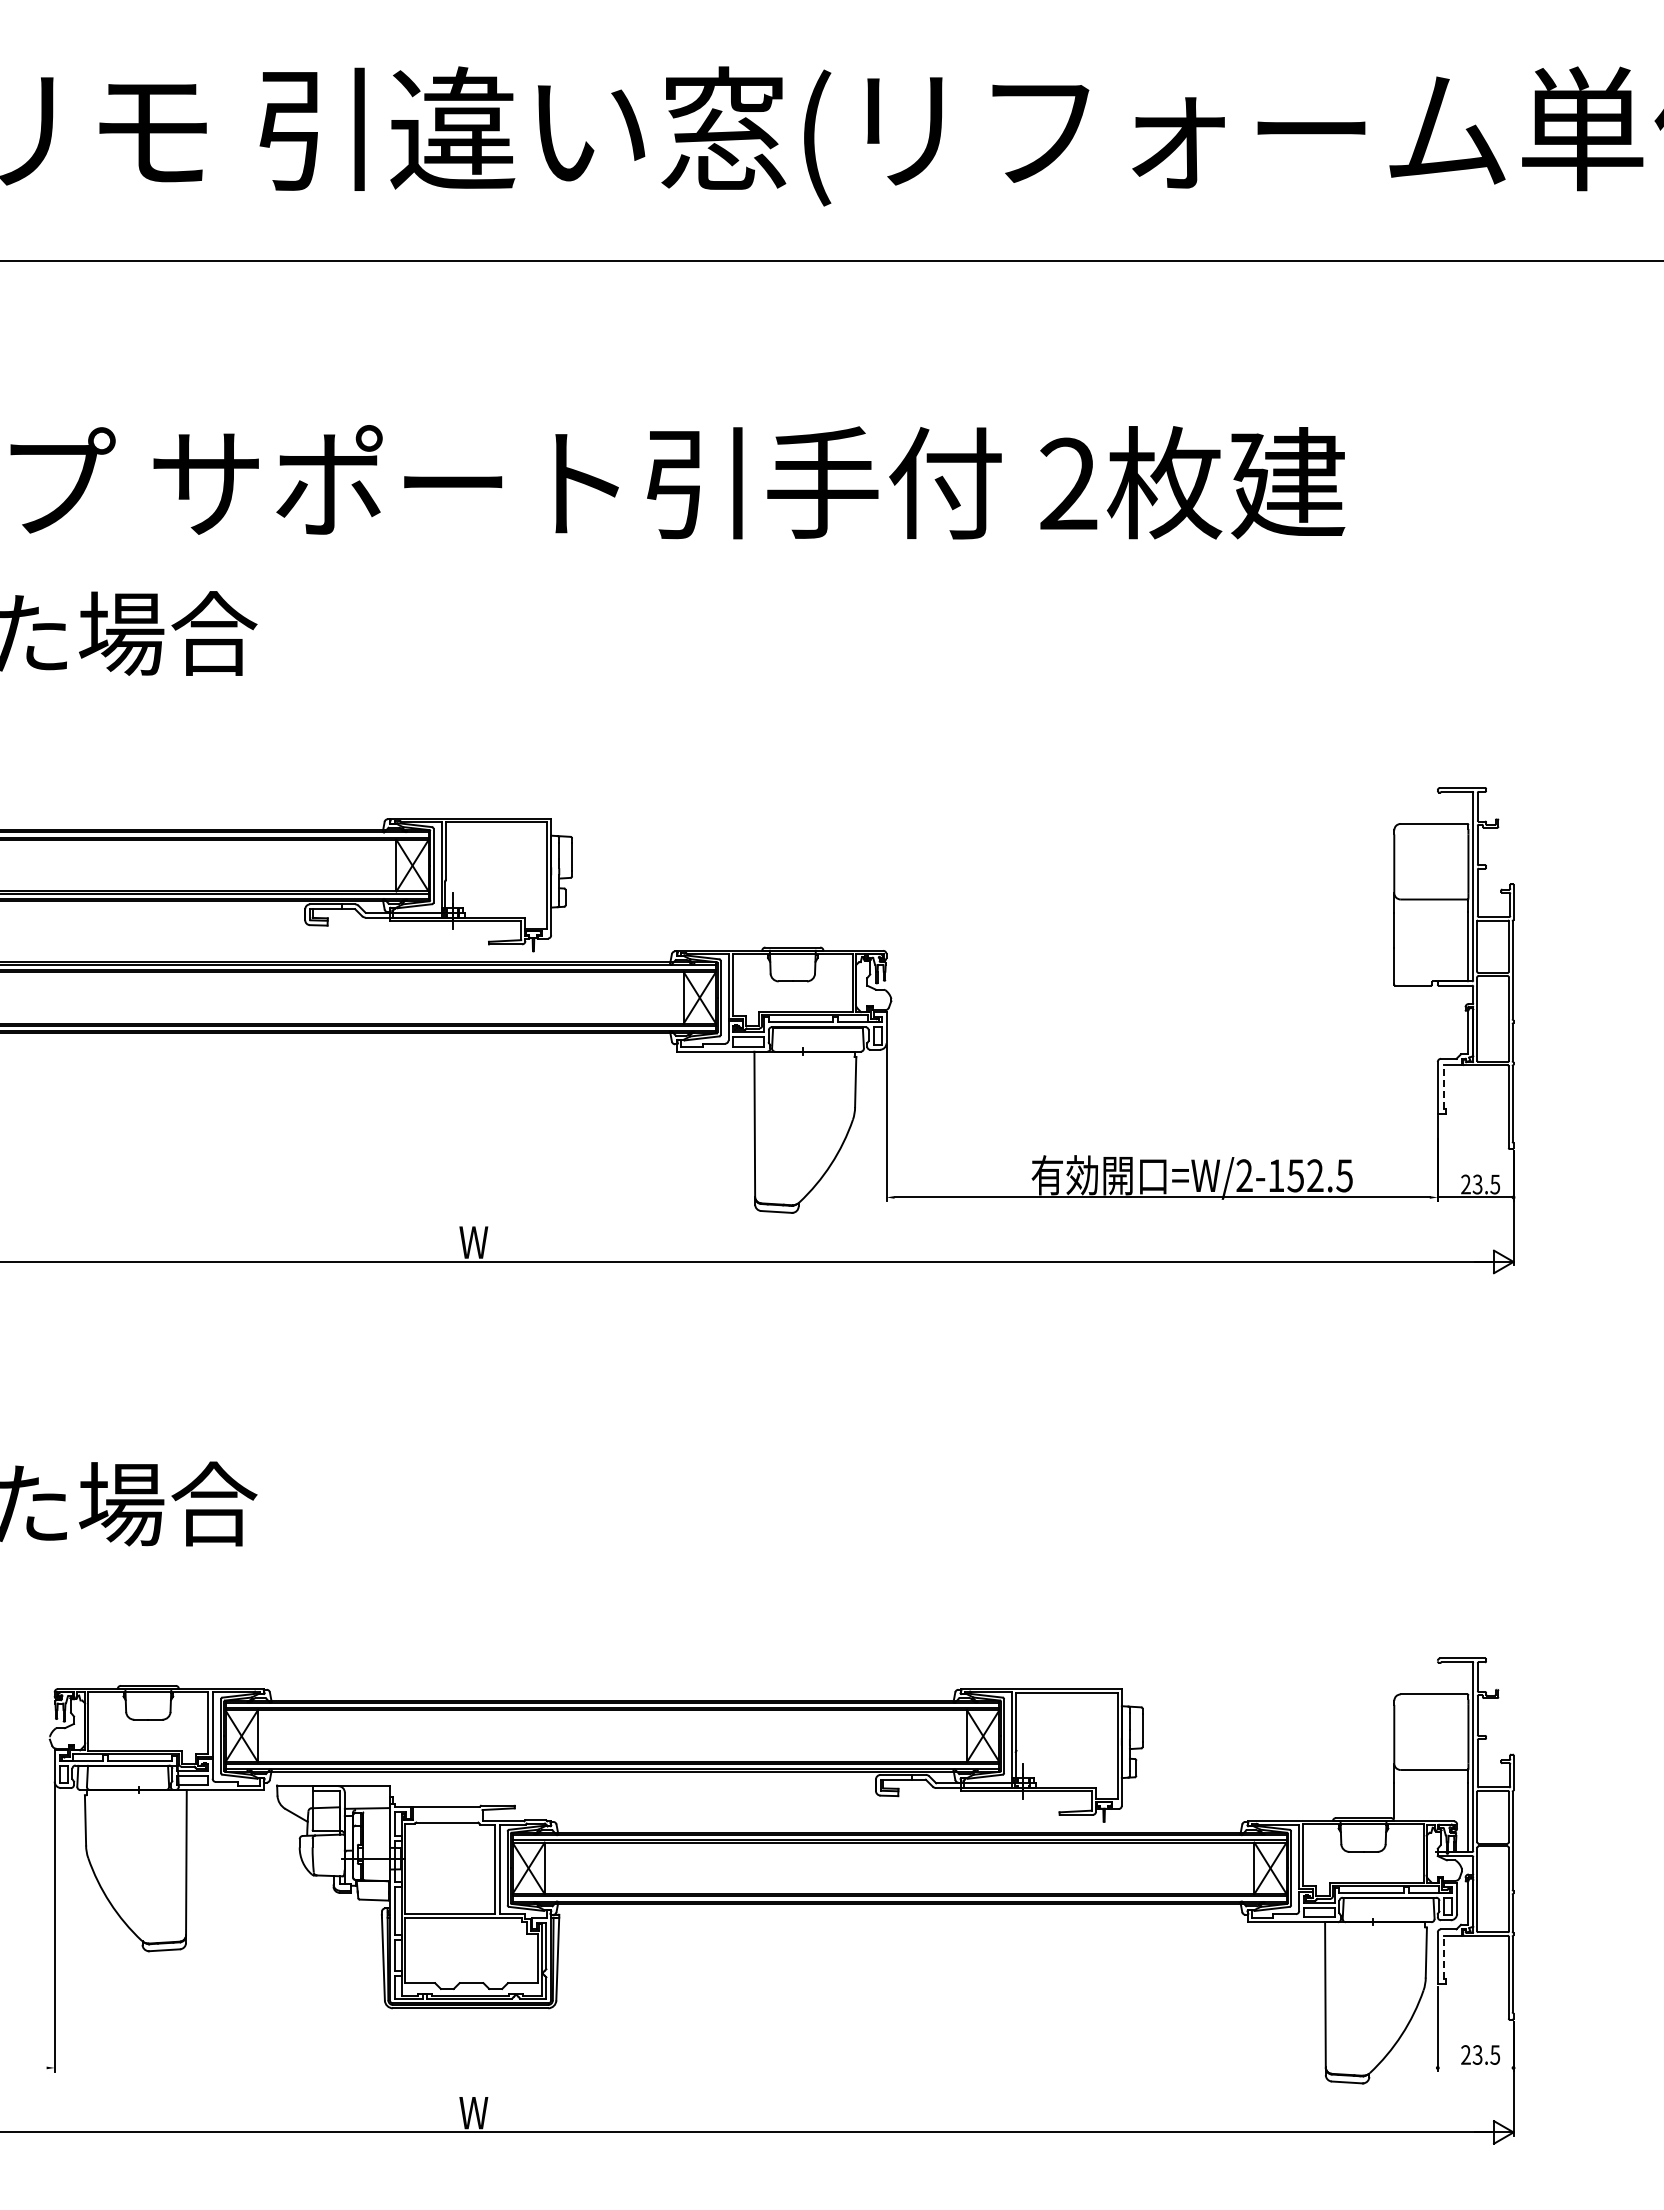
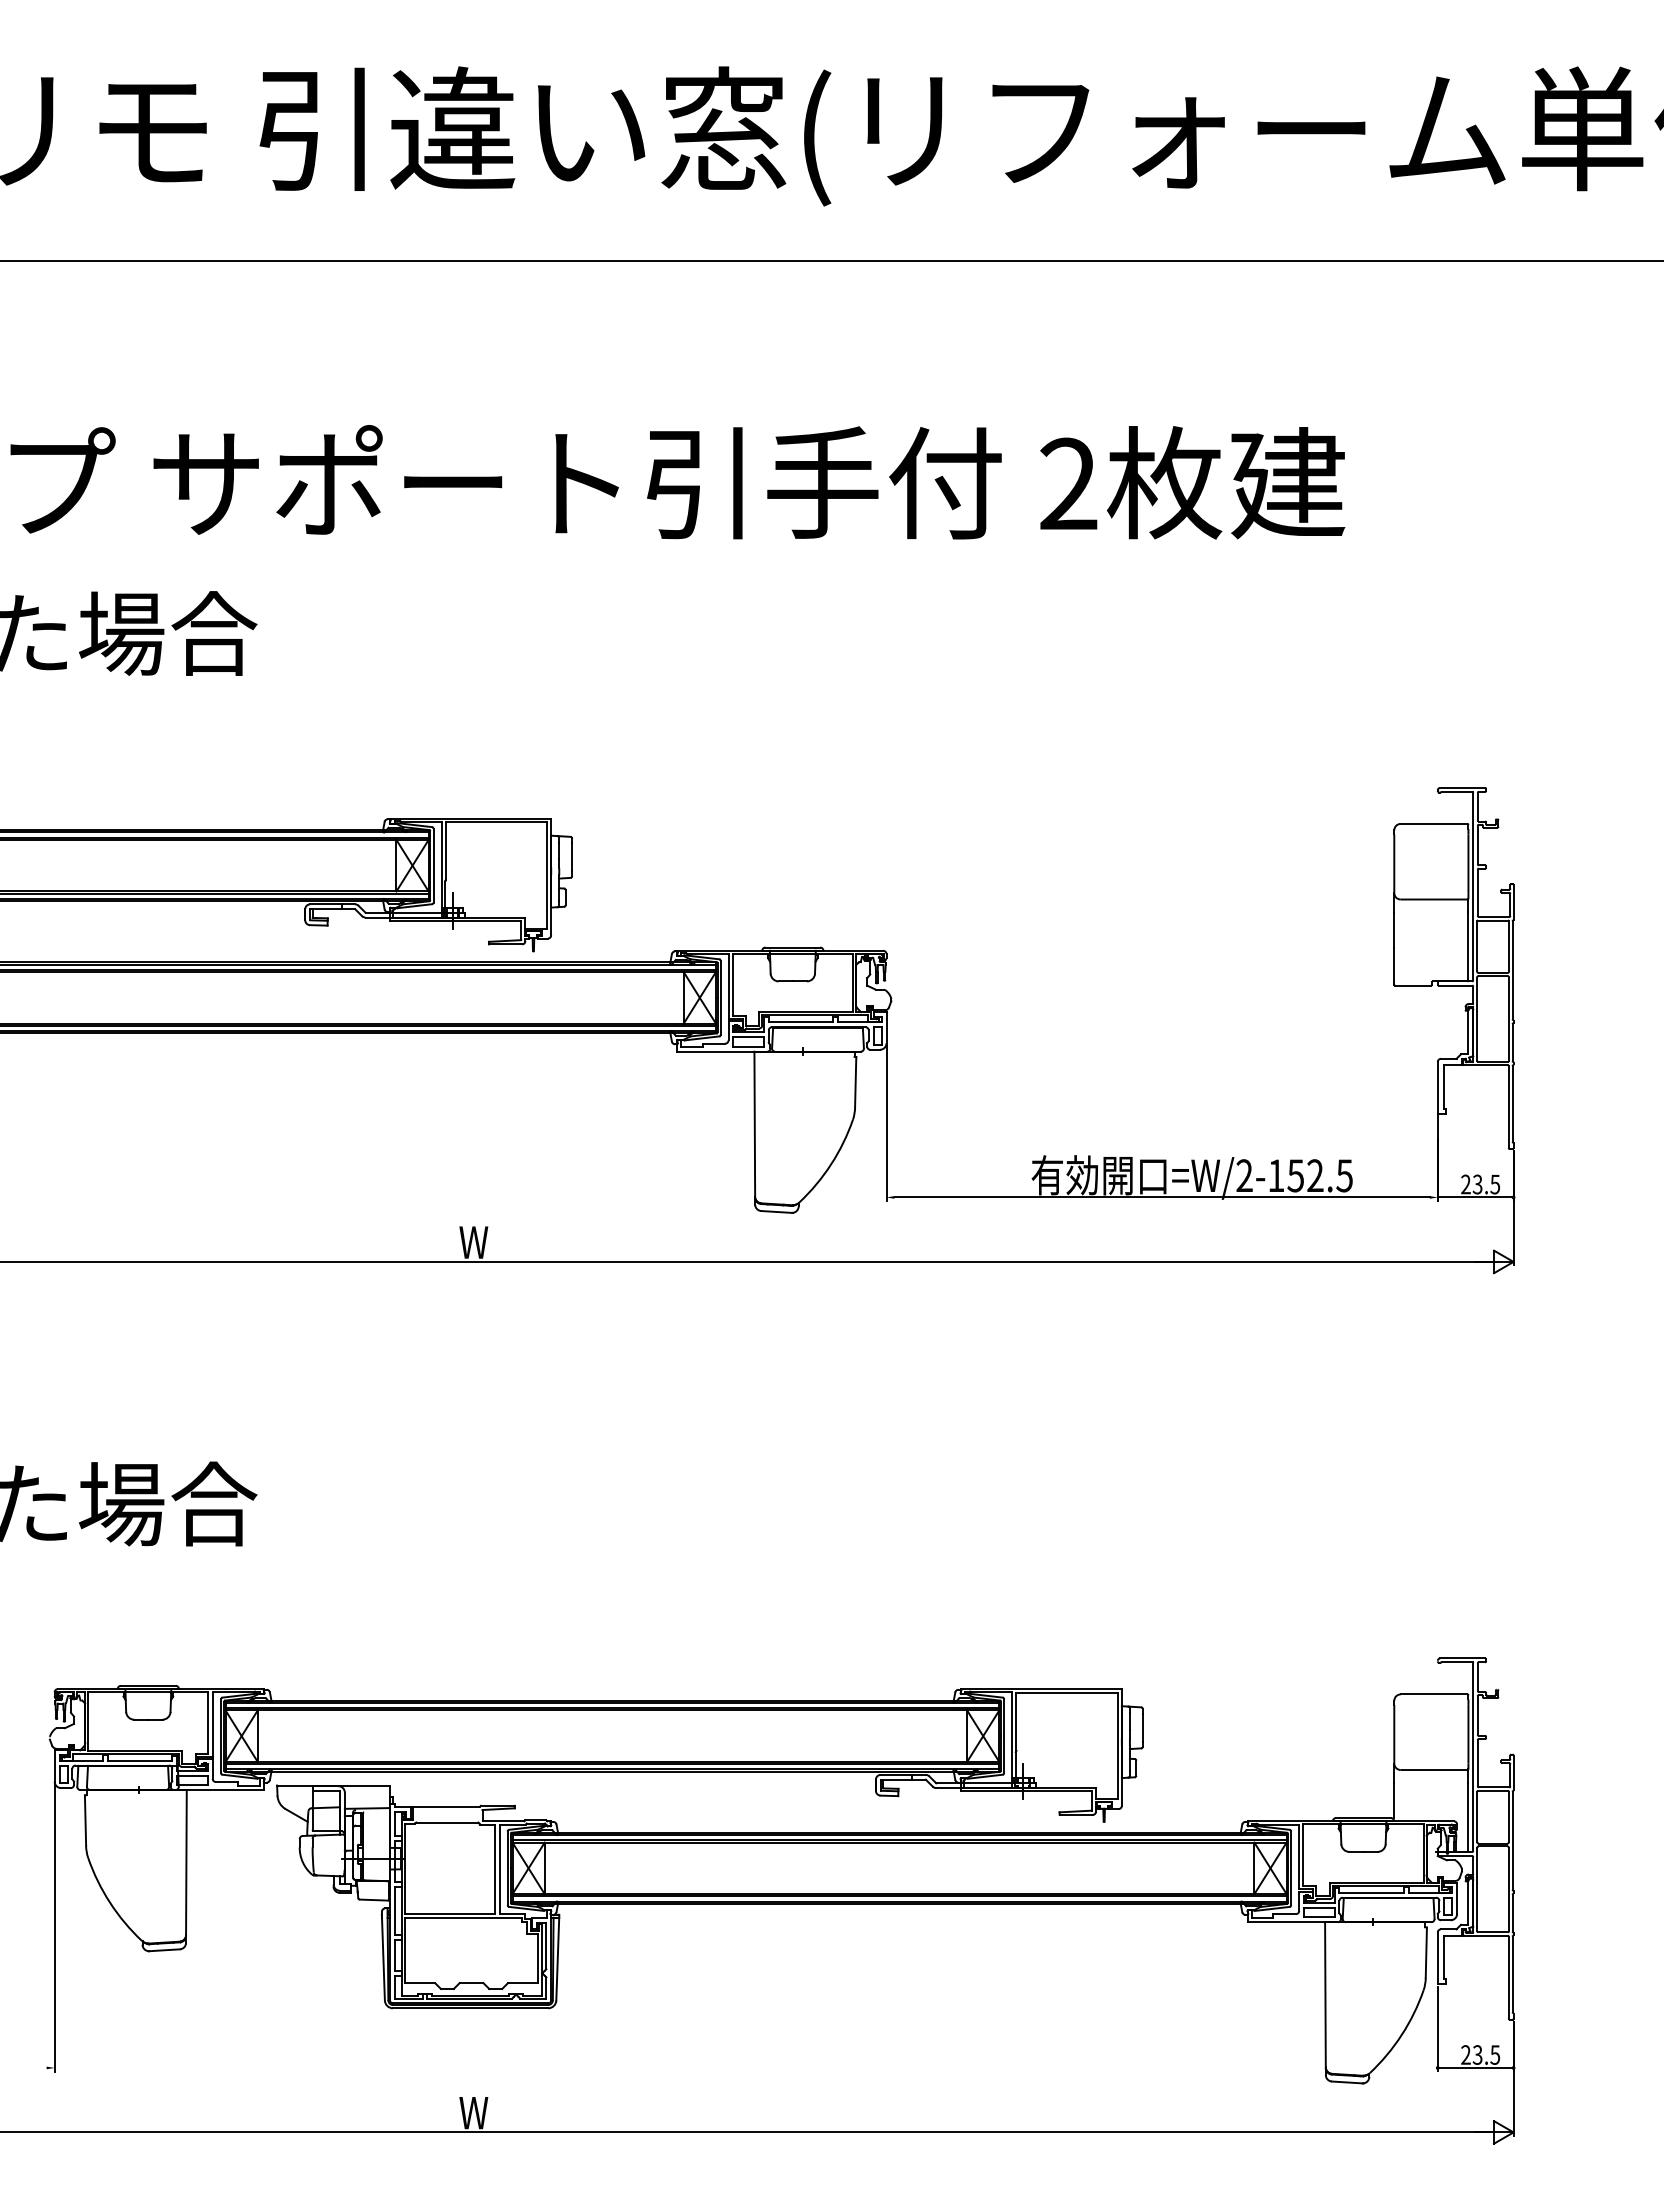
line at (1444, 1087): dashed -> solid
line at (1444, 1957): dashed -> solid
line at (1475, 2067): none -> present
